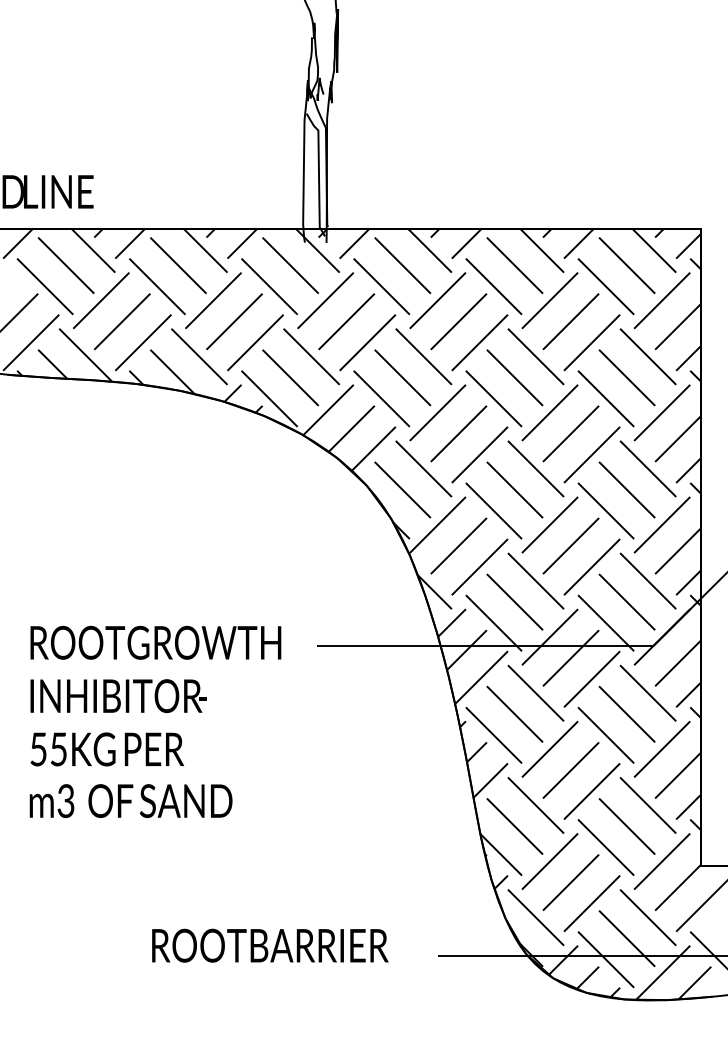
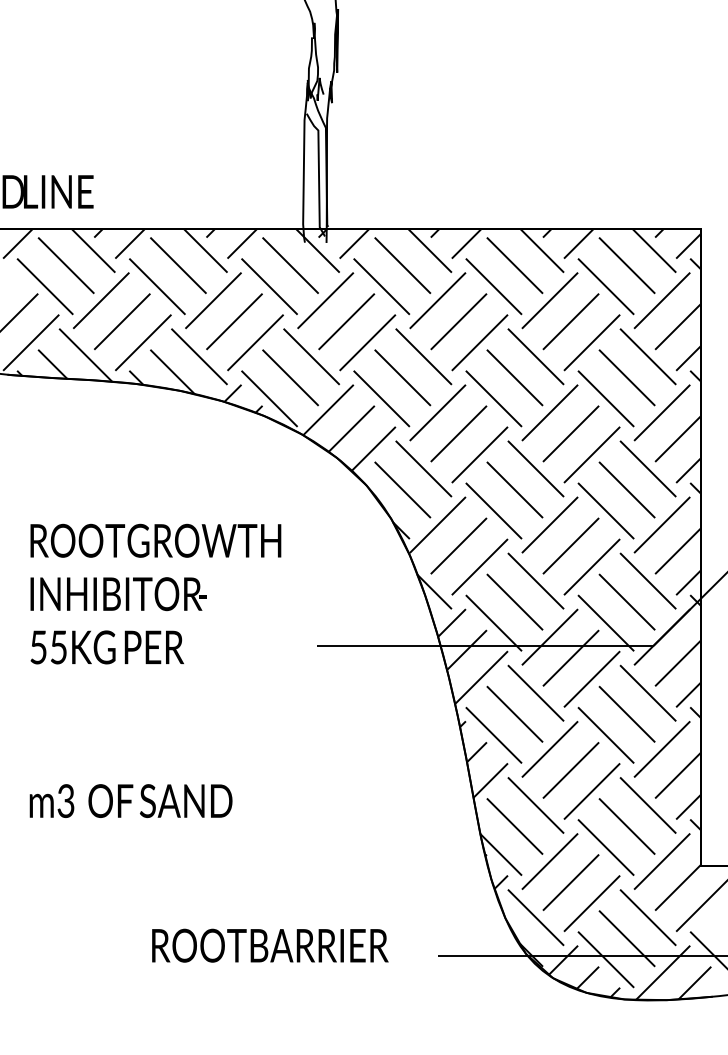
text at (155, 695) position: (155, 695) -> (155, 593)
